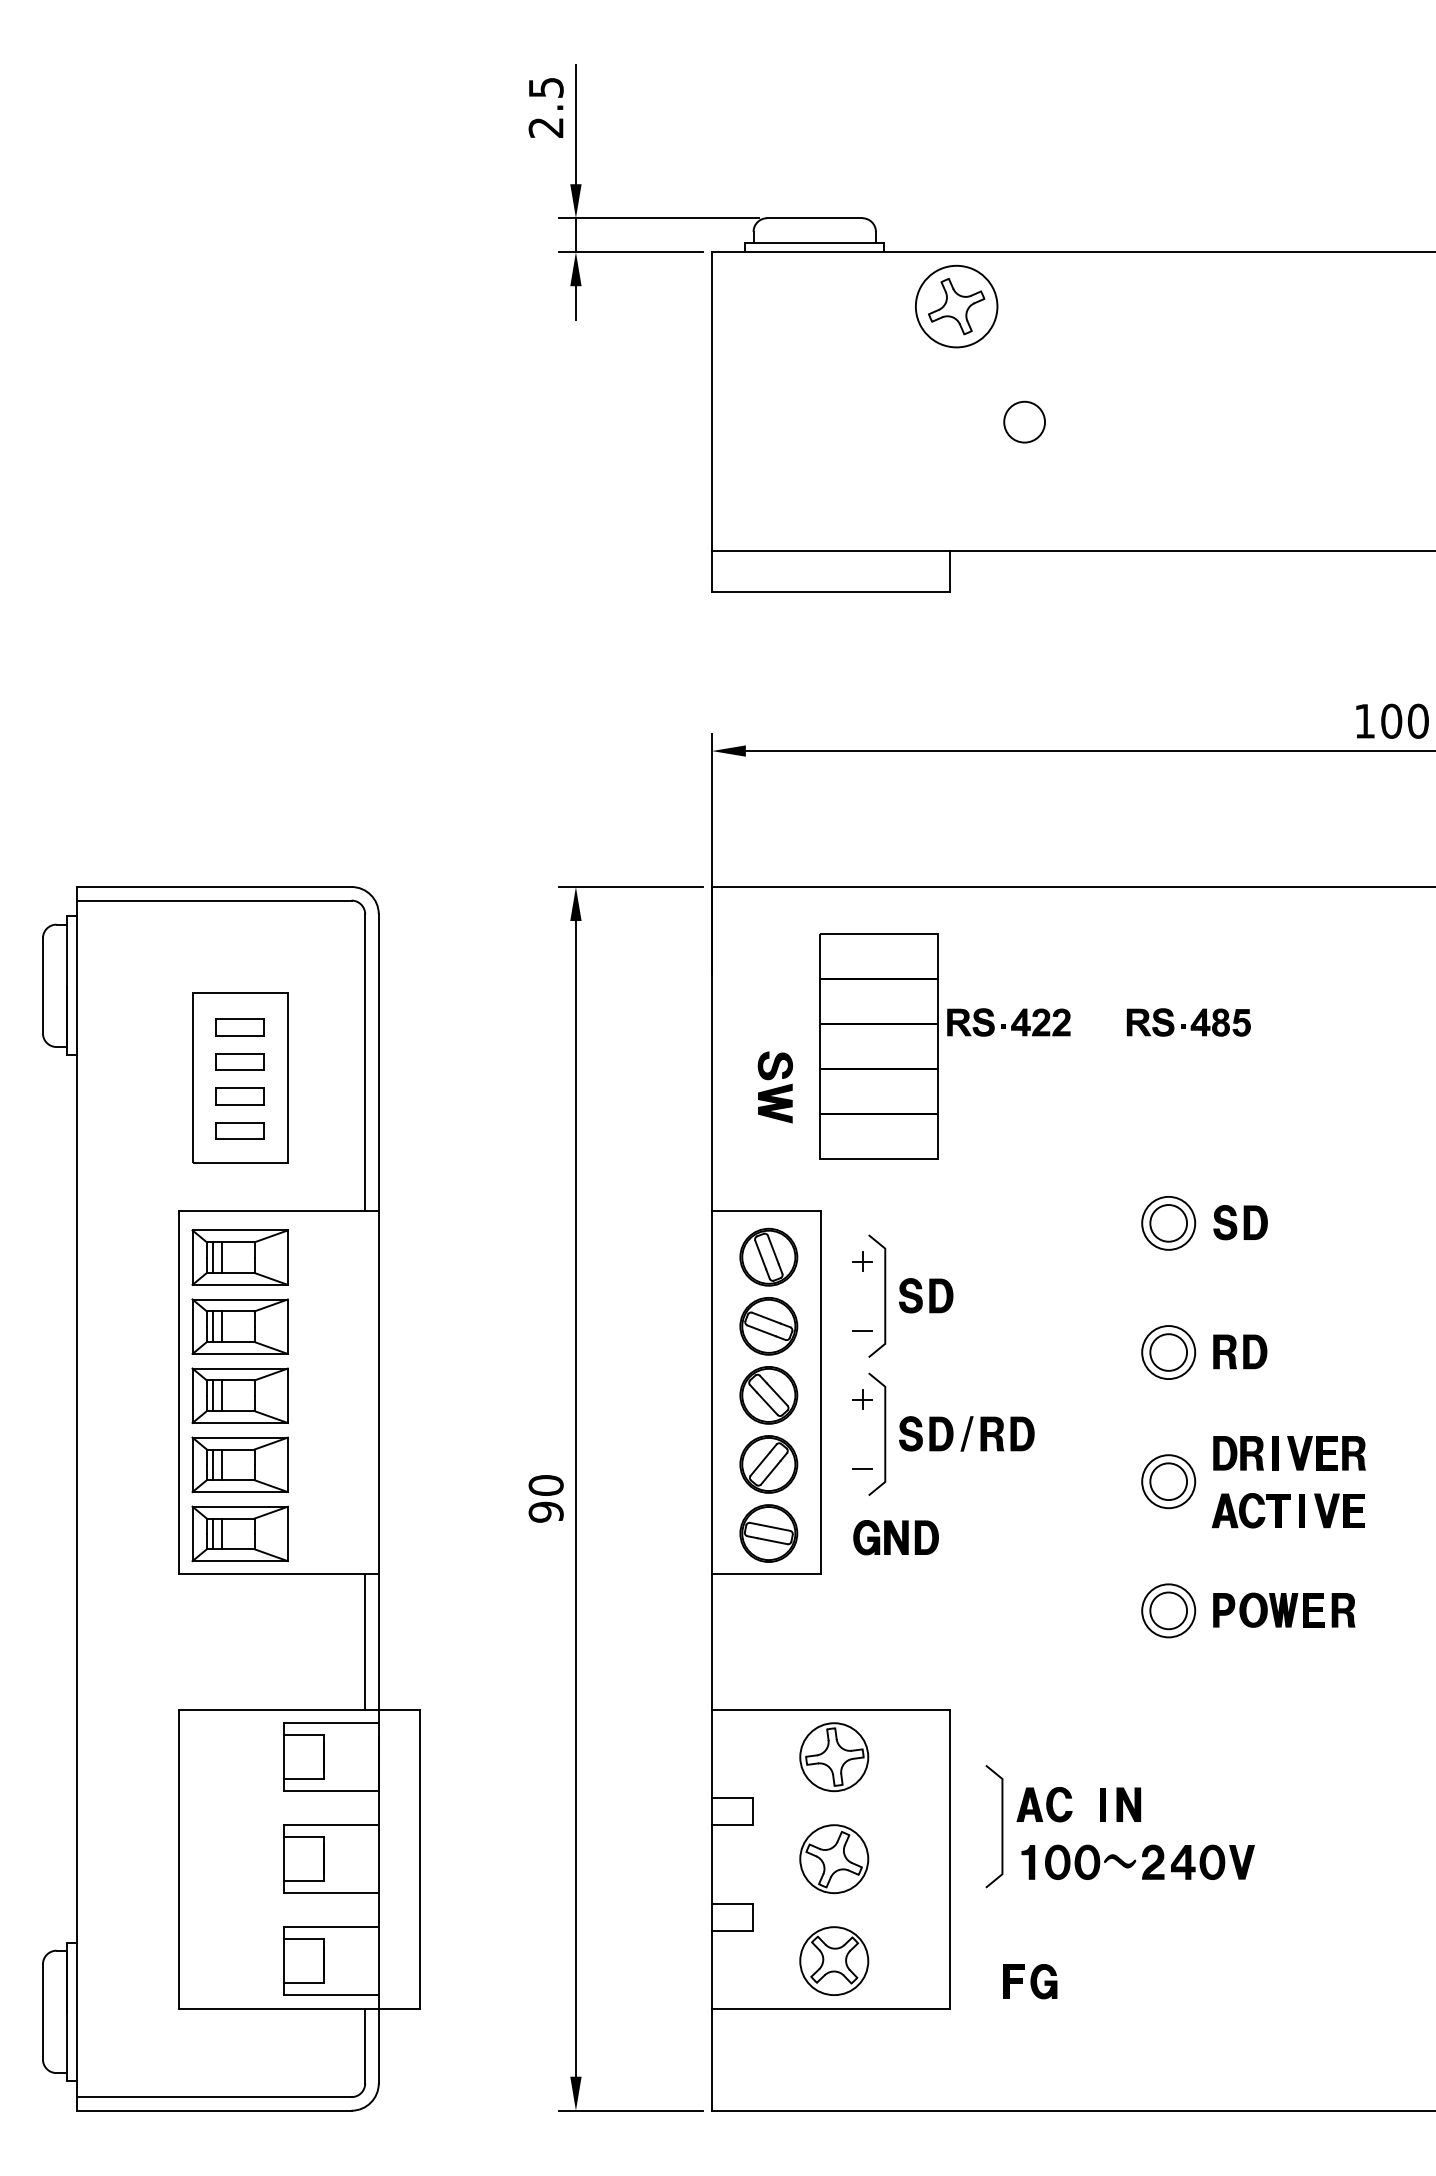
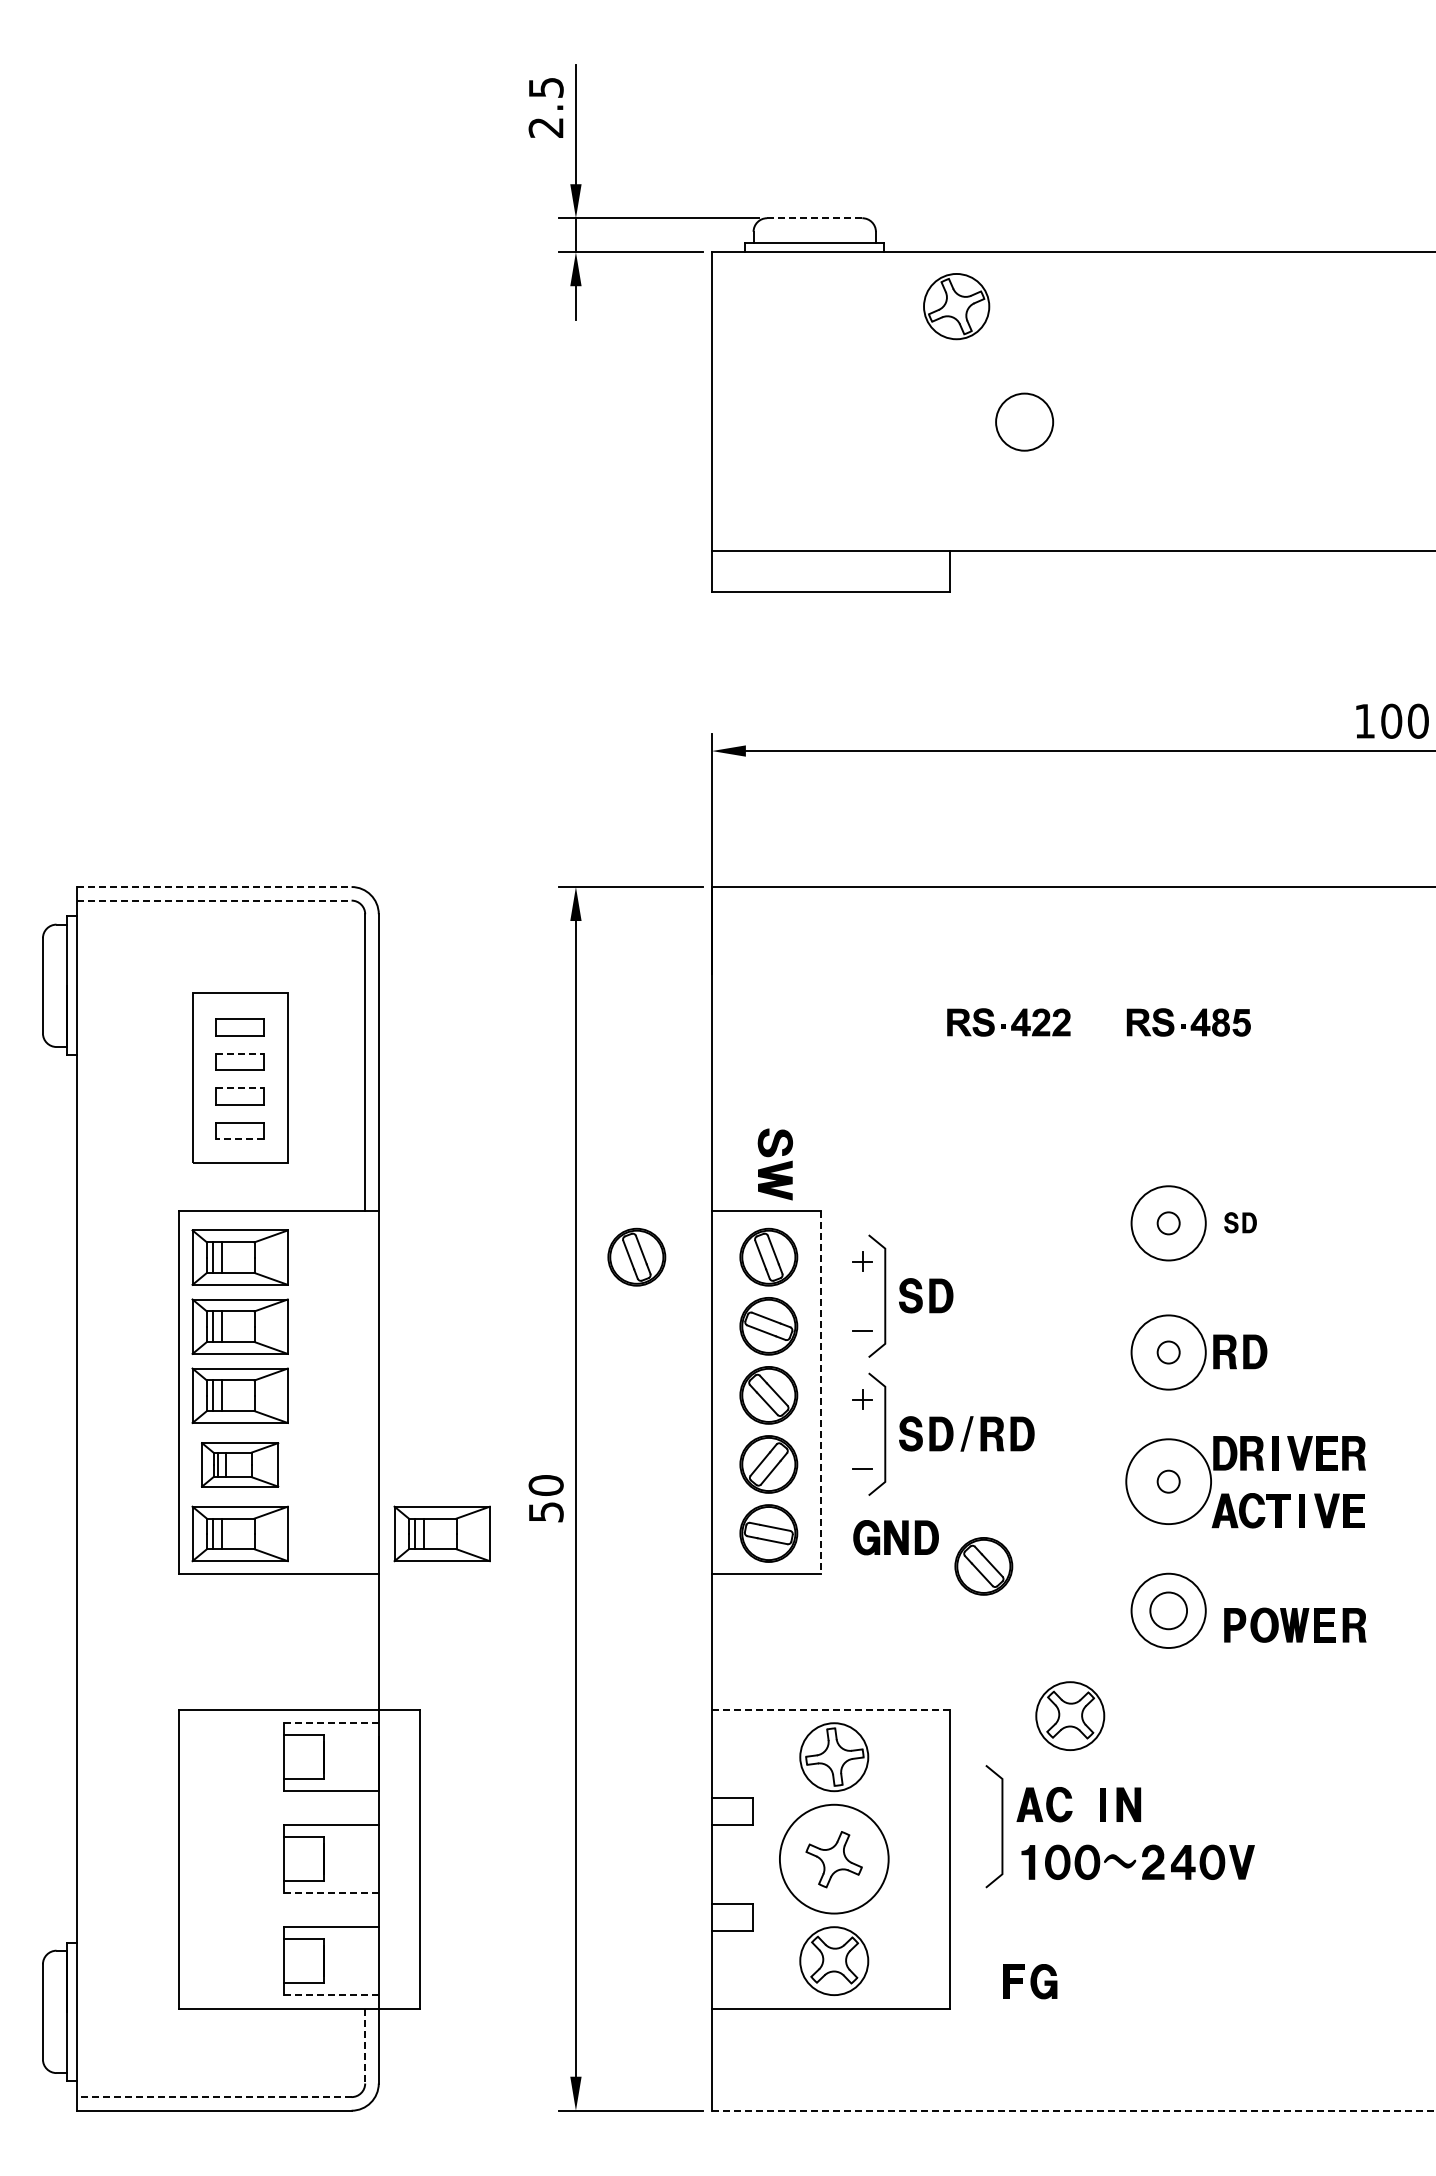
line at (814, 218): solid -> dashed
circle at (956, 306) diameter: 82 px -> 65 px
circle at (1024, 421) diameter: 41 px -> 57 px
line at (214, 887): solid -> dashed
line at (214, 900): solid -> dashed
part at (878, 1046): present -> none
line at (240, 1053): solid -> dashed
part at (774, 1087) position: (774, 1087) -> (774, 1164)
line at (240, 1088): solid -> dashed
line at (240, 1139): solid -> dashed
circle at (1168, 1222) diameter: 53 px -> 74 px
part at (1240, 1222) size: 55x36 px -> 33x22 px
circle at (1168, 1223) diameter: 37 px -> 22 px
part at (636, 1256): none -> present
circle at (1168, 1352) diameter: 37 px -> 22 px
circle at (1168, 1352) diameter: 53 px -> 74 px
line at (820, 1392): solid -> dashed
part at (239, 1464) size: 98x58 px -> 79x46 px
circle at (1168, 1481) diameter: 37 px -> 22 px
circle at (1168, 1481) diameter: 53 px -> 85 px
text at (545, 1511): 90 -> 50
part at (441, 1533): none -> present
part at (983, 1566): none -> present
part at (1284, 1609) position: (1284, 1609) -> (1295, 1624)
circle at (1168, 1610) diameter: 53 px -> 74 px
line at (365, 1641): present -> none
line at (830, 1709): solid -> dashed
part at (1070, 1715): none -> present
line at (331, 1723): solid -> dashed
circle at (834, 1859) diameter: 68 px -> 109 px
line at (331, 1893): solid -> dashed
line at (331, 1995): solid -> dashed
line at (365, 2046): solid -> dashed
line at (213, 2097): solid -> dashed
line at (1073, 2110): solid -> dashed
